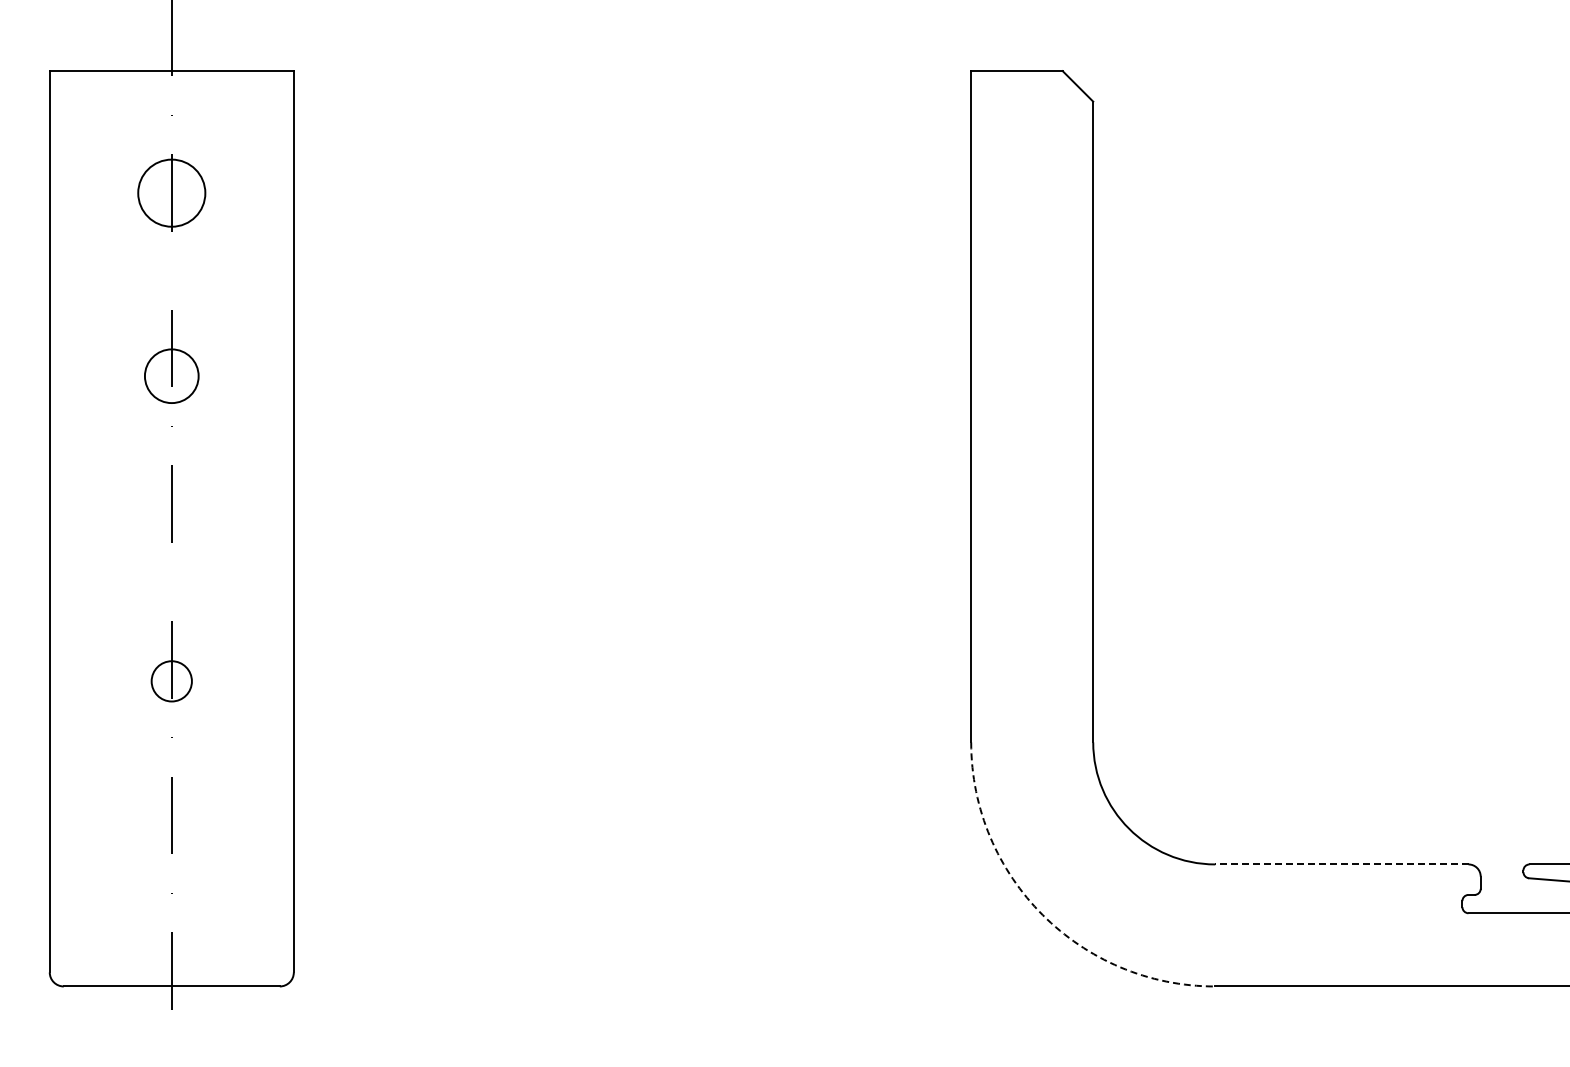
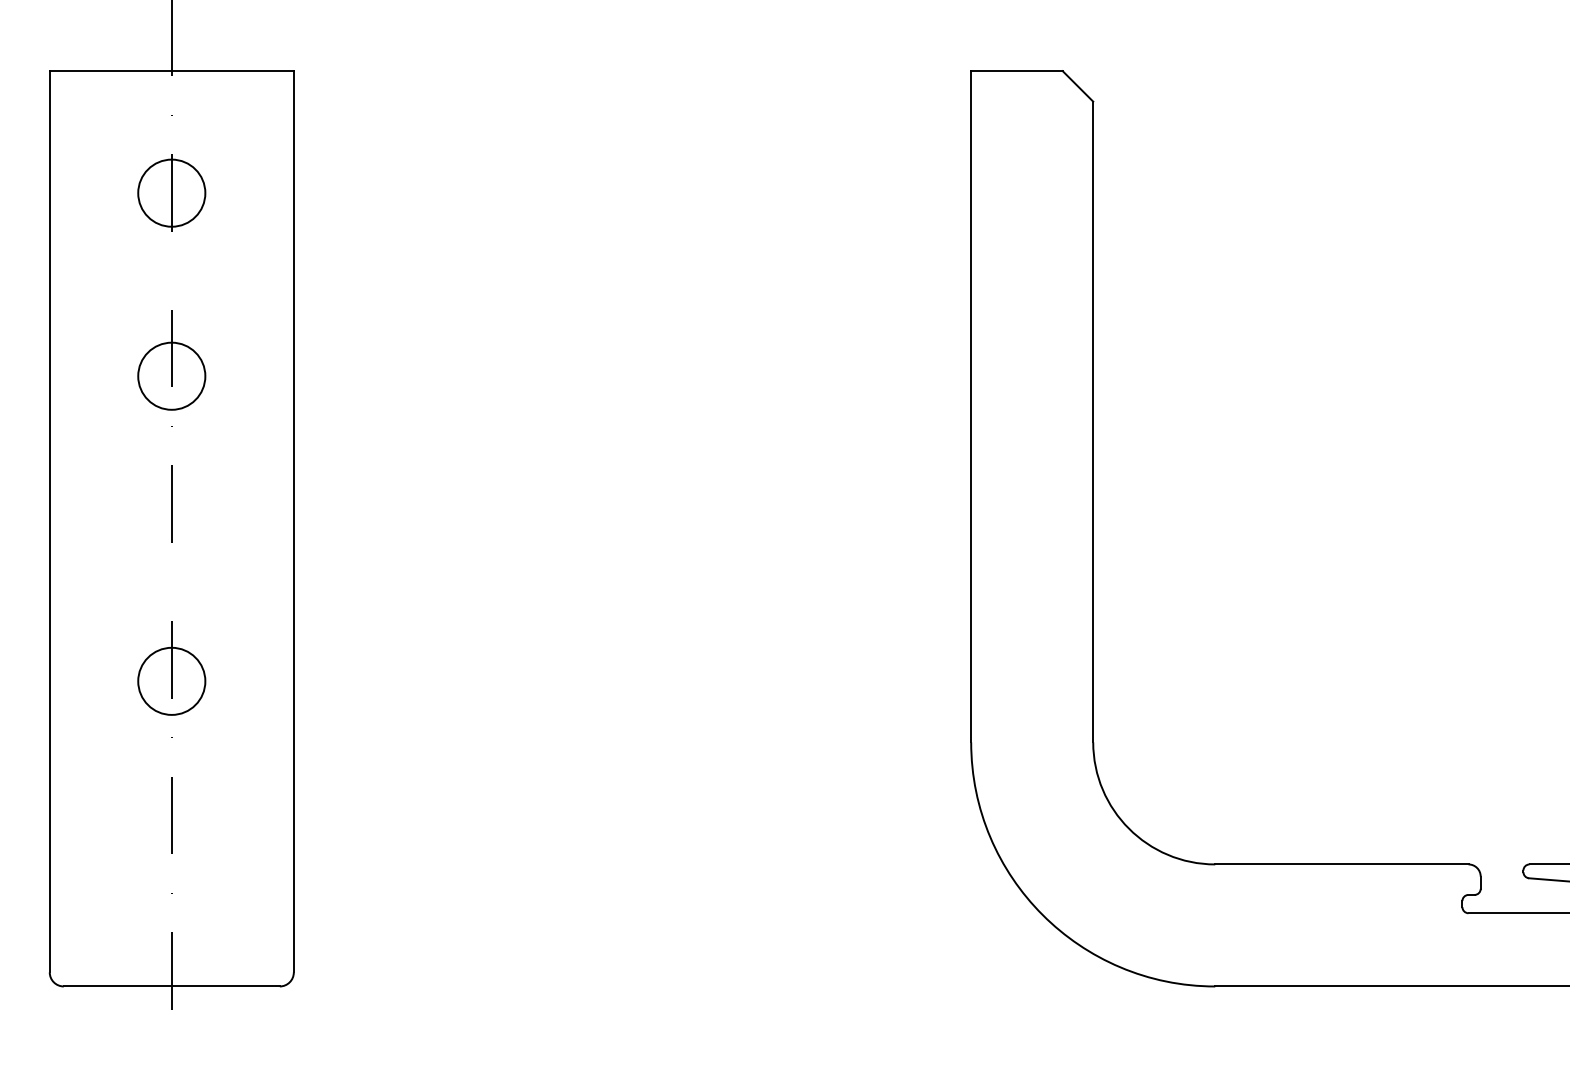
circle at (171, 376) diameter: 54 px -> 67 px
circle at (171, 681) diameter: 40 px -> 67 px
line at (1341, 864): dashed -> solid
arc at (1042, 914): dashed -> solid
